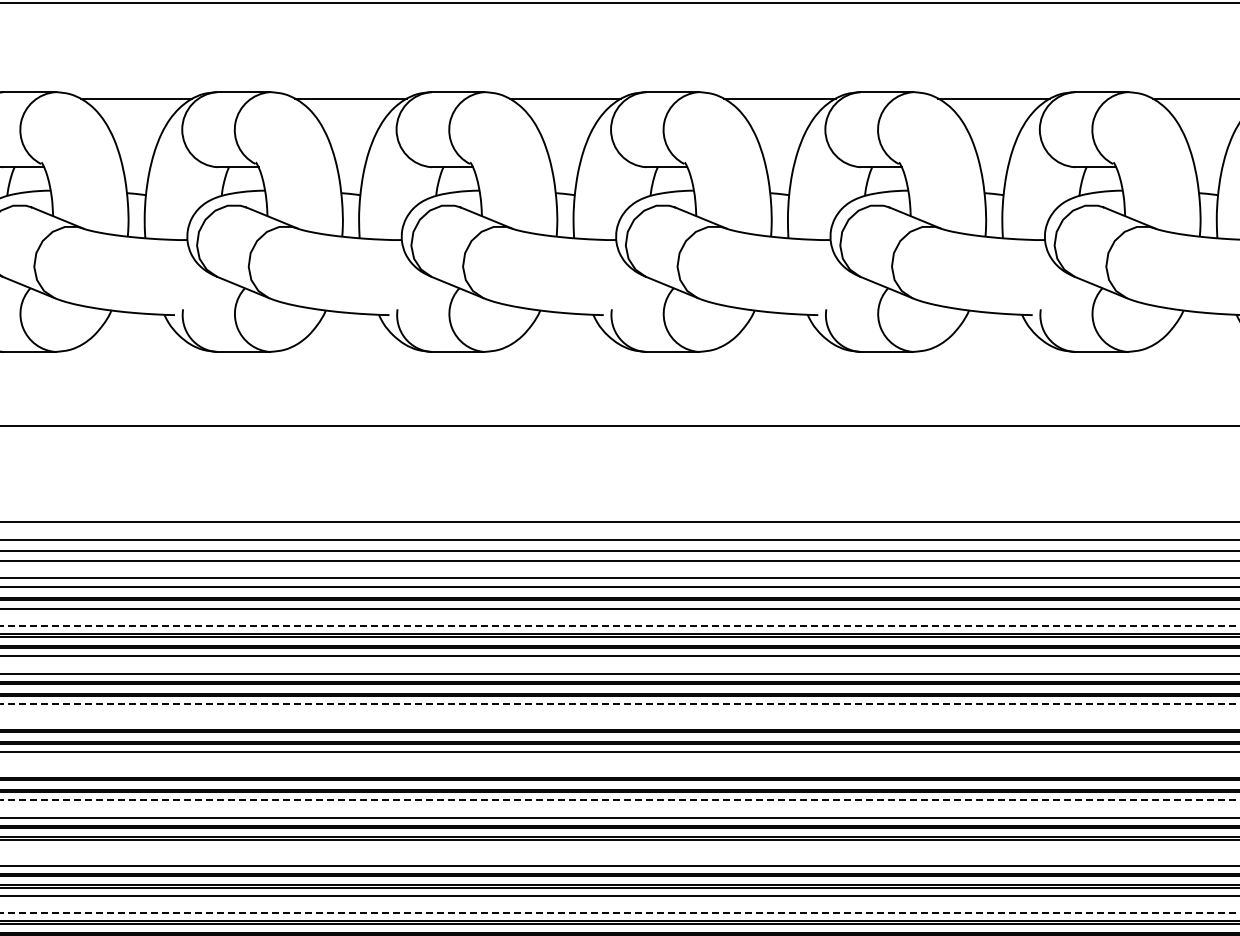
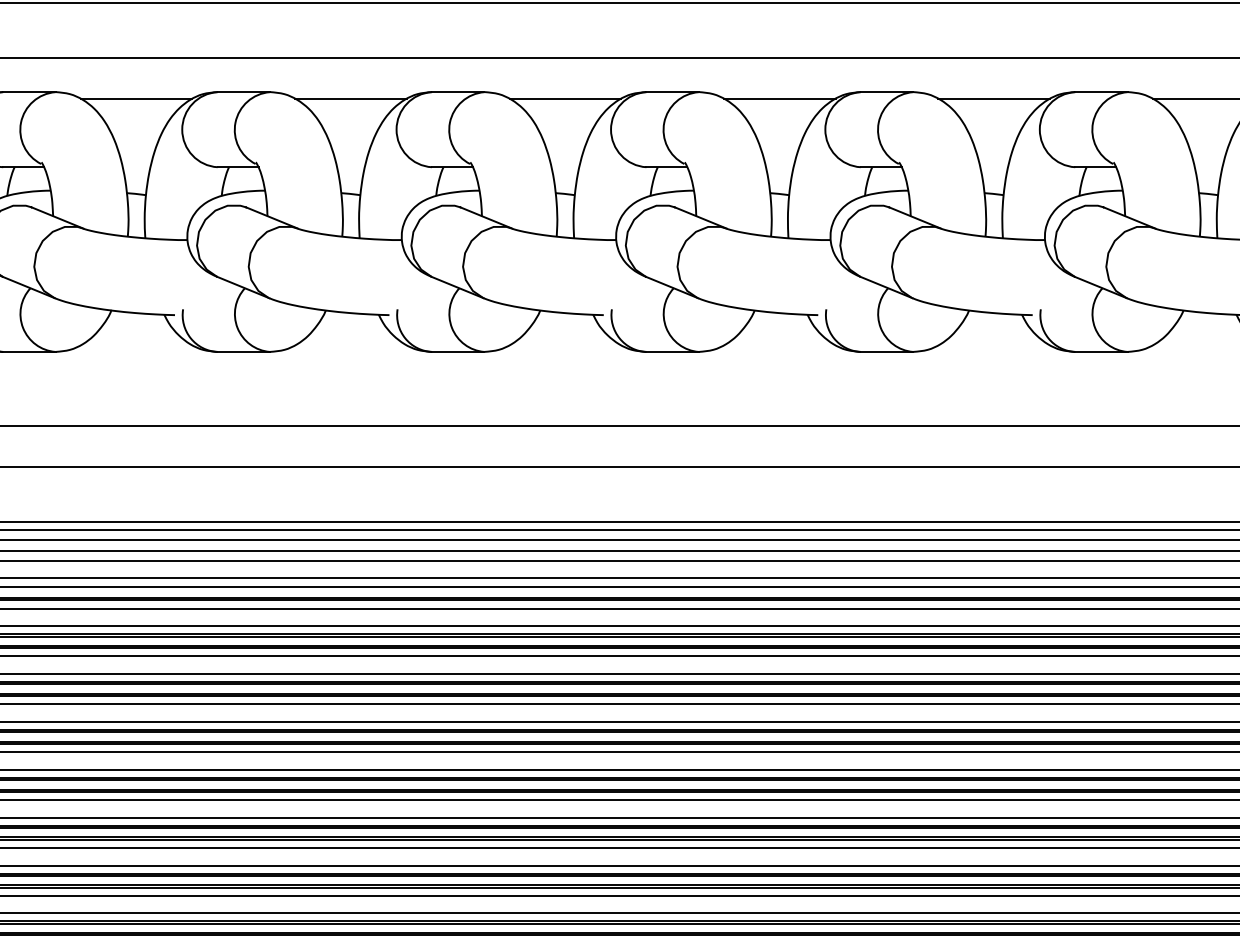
line at (619, 57): none -> present
line at (619, 466): none -> present
line at (619, 530): none -> present
line at (619, 626): dashed -> solid
line at (619, 704): dashed -> solid
line at (619, 721): none -> present
line at (619, 769): none -> present
line at (619, 800): dashed -> solid
line at (619, 847): none -> present
line at (619, 913): dashed -> solid
